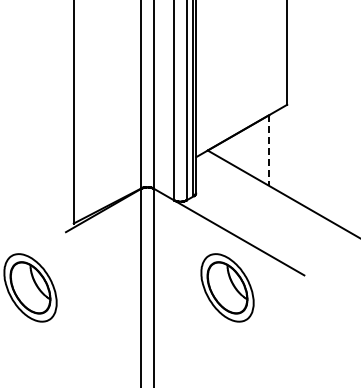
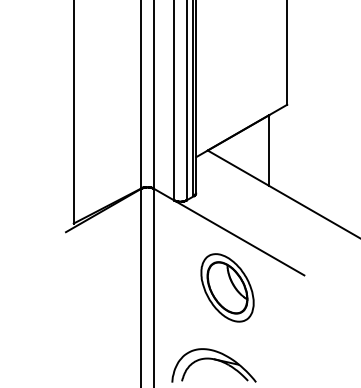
line at (268, 151): dashed -> solid
part at (30, 287): present -> none
part at (213, 365): none -> present
